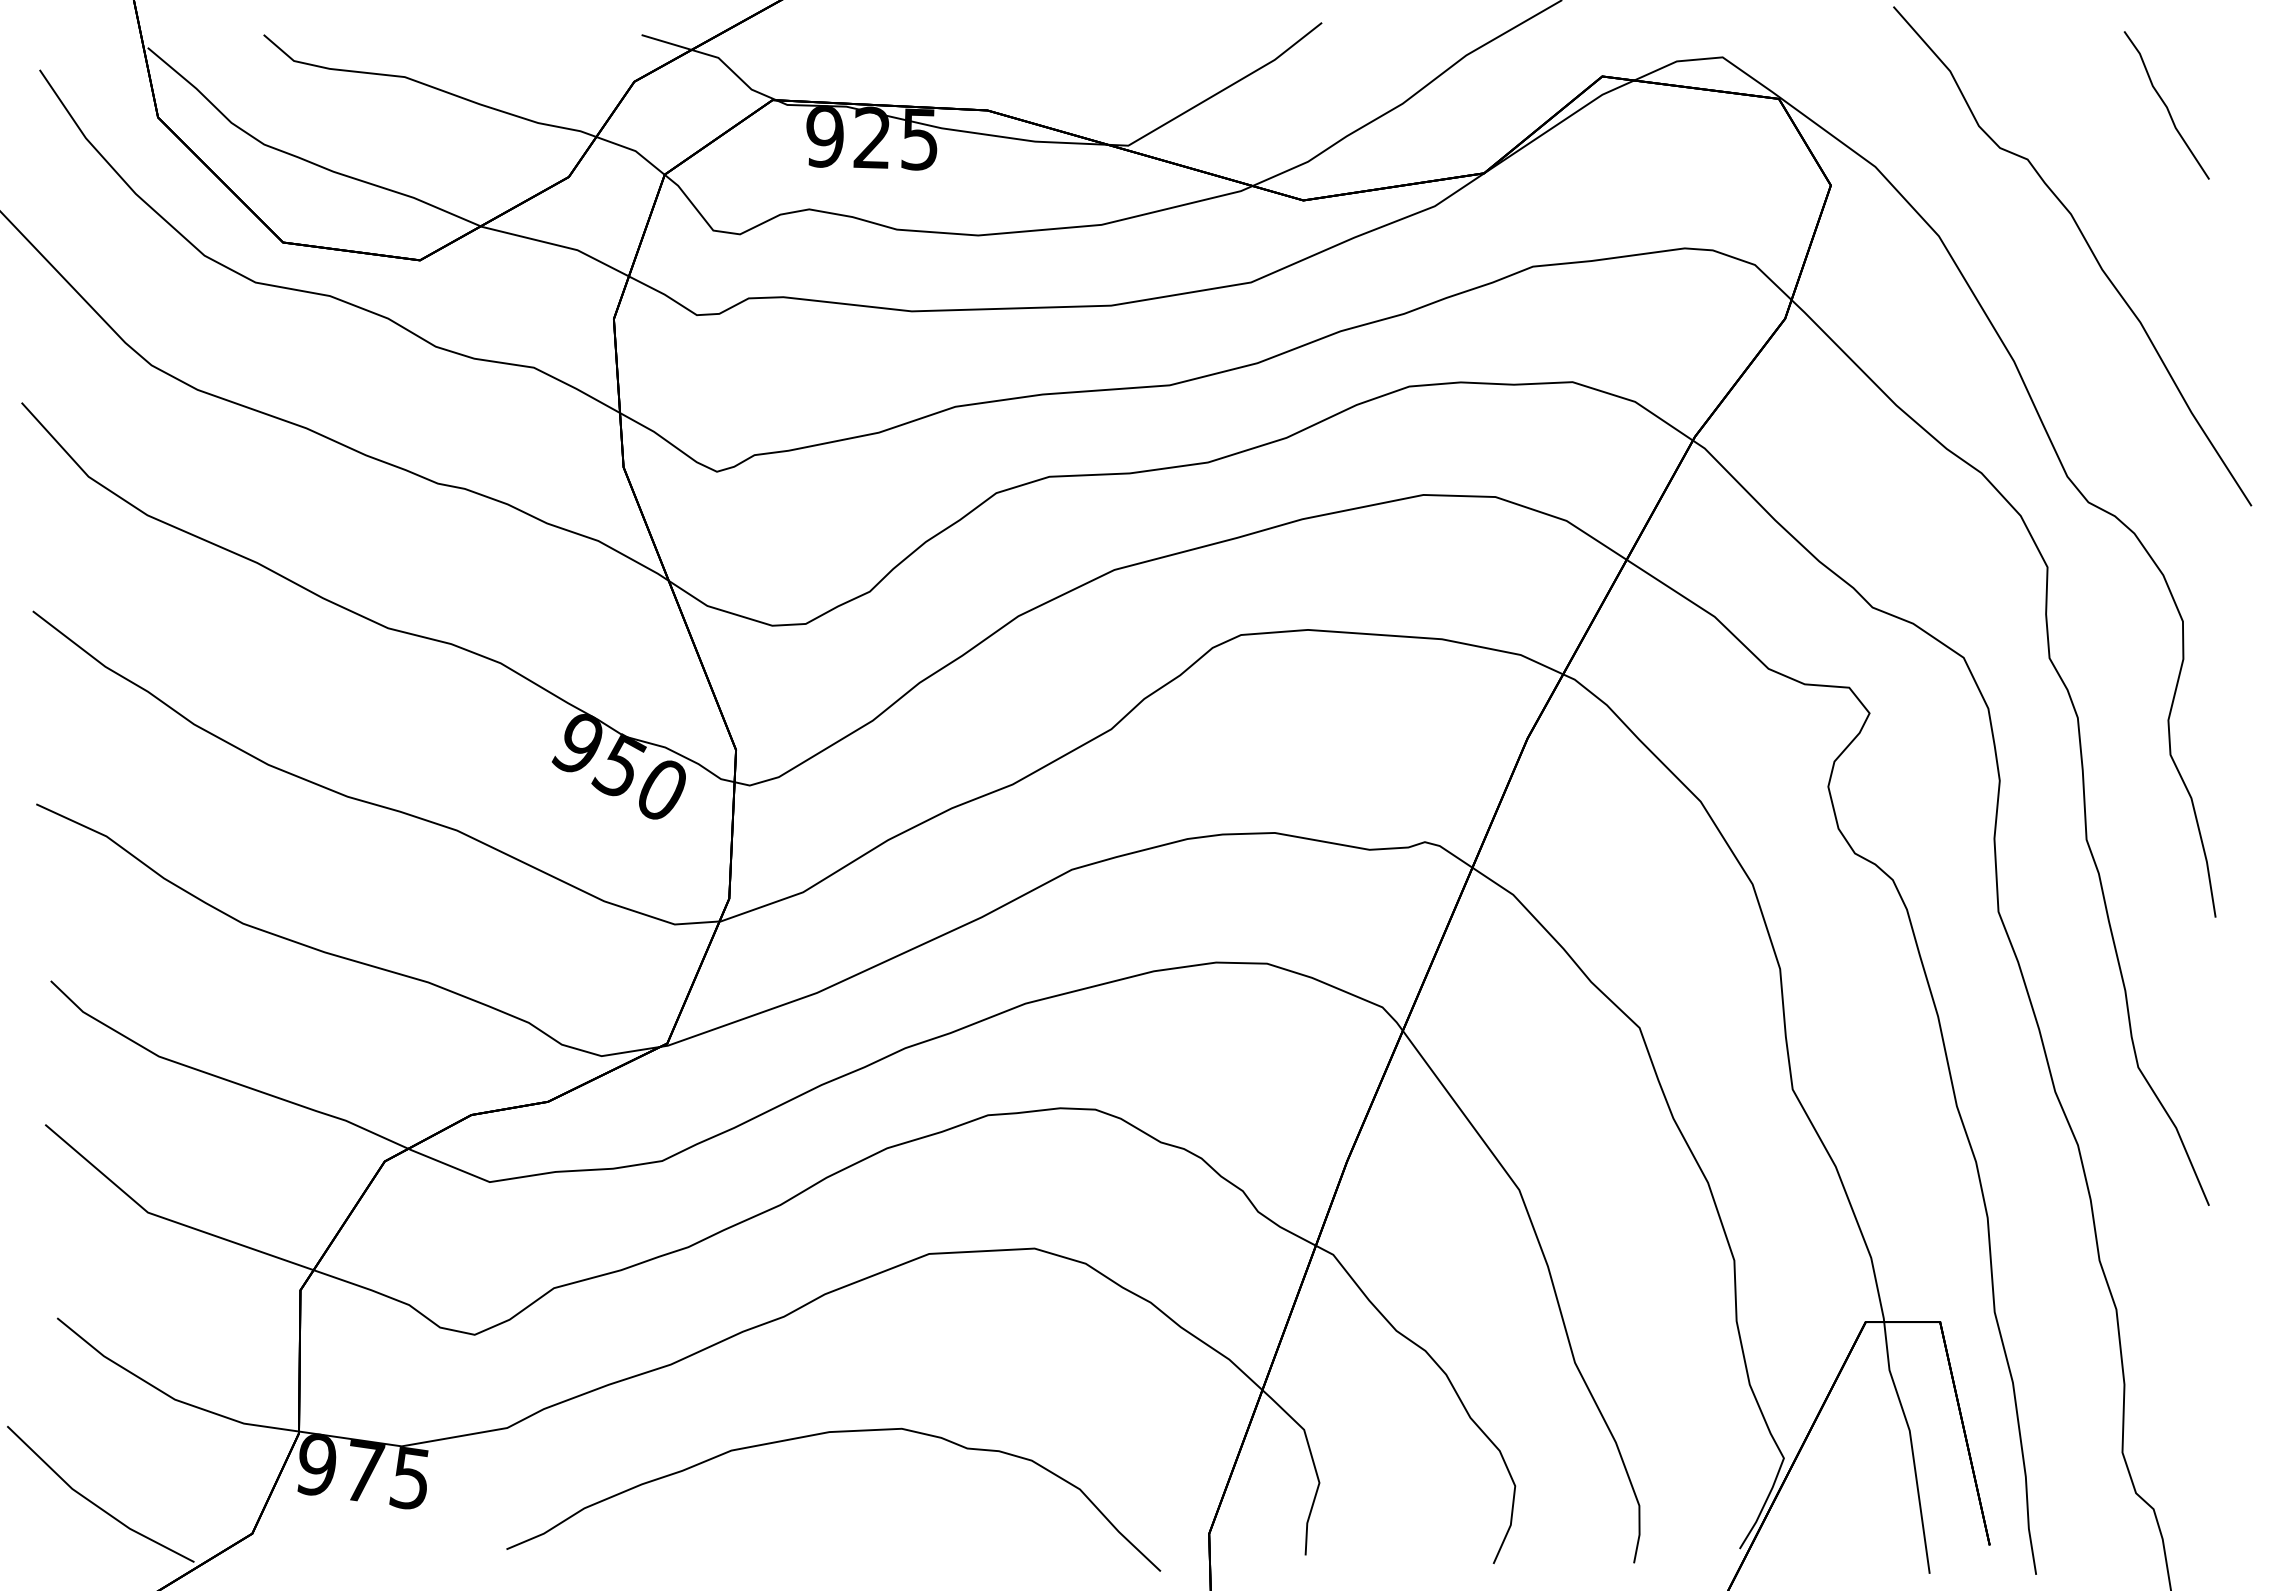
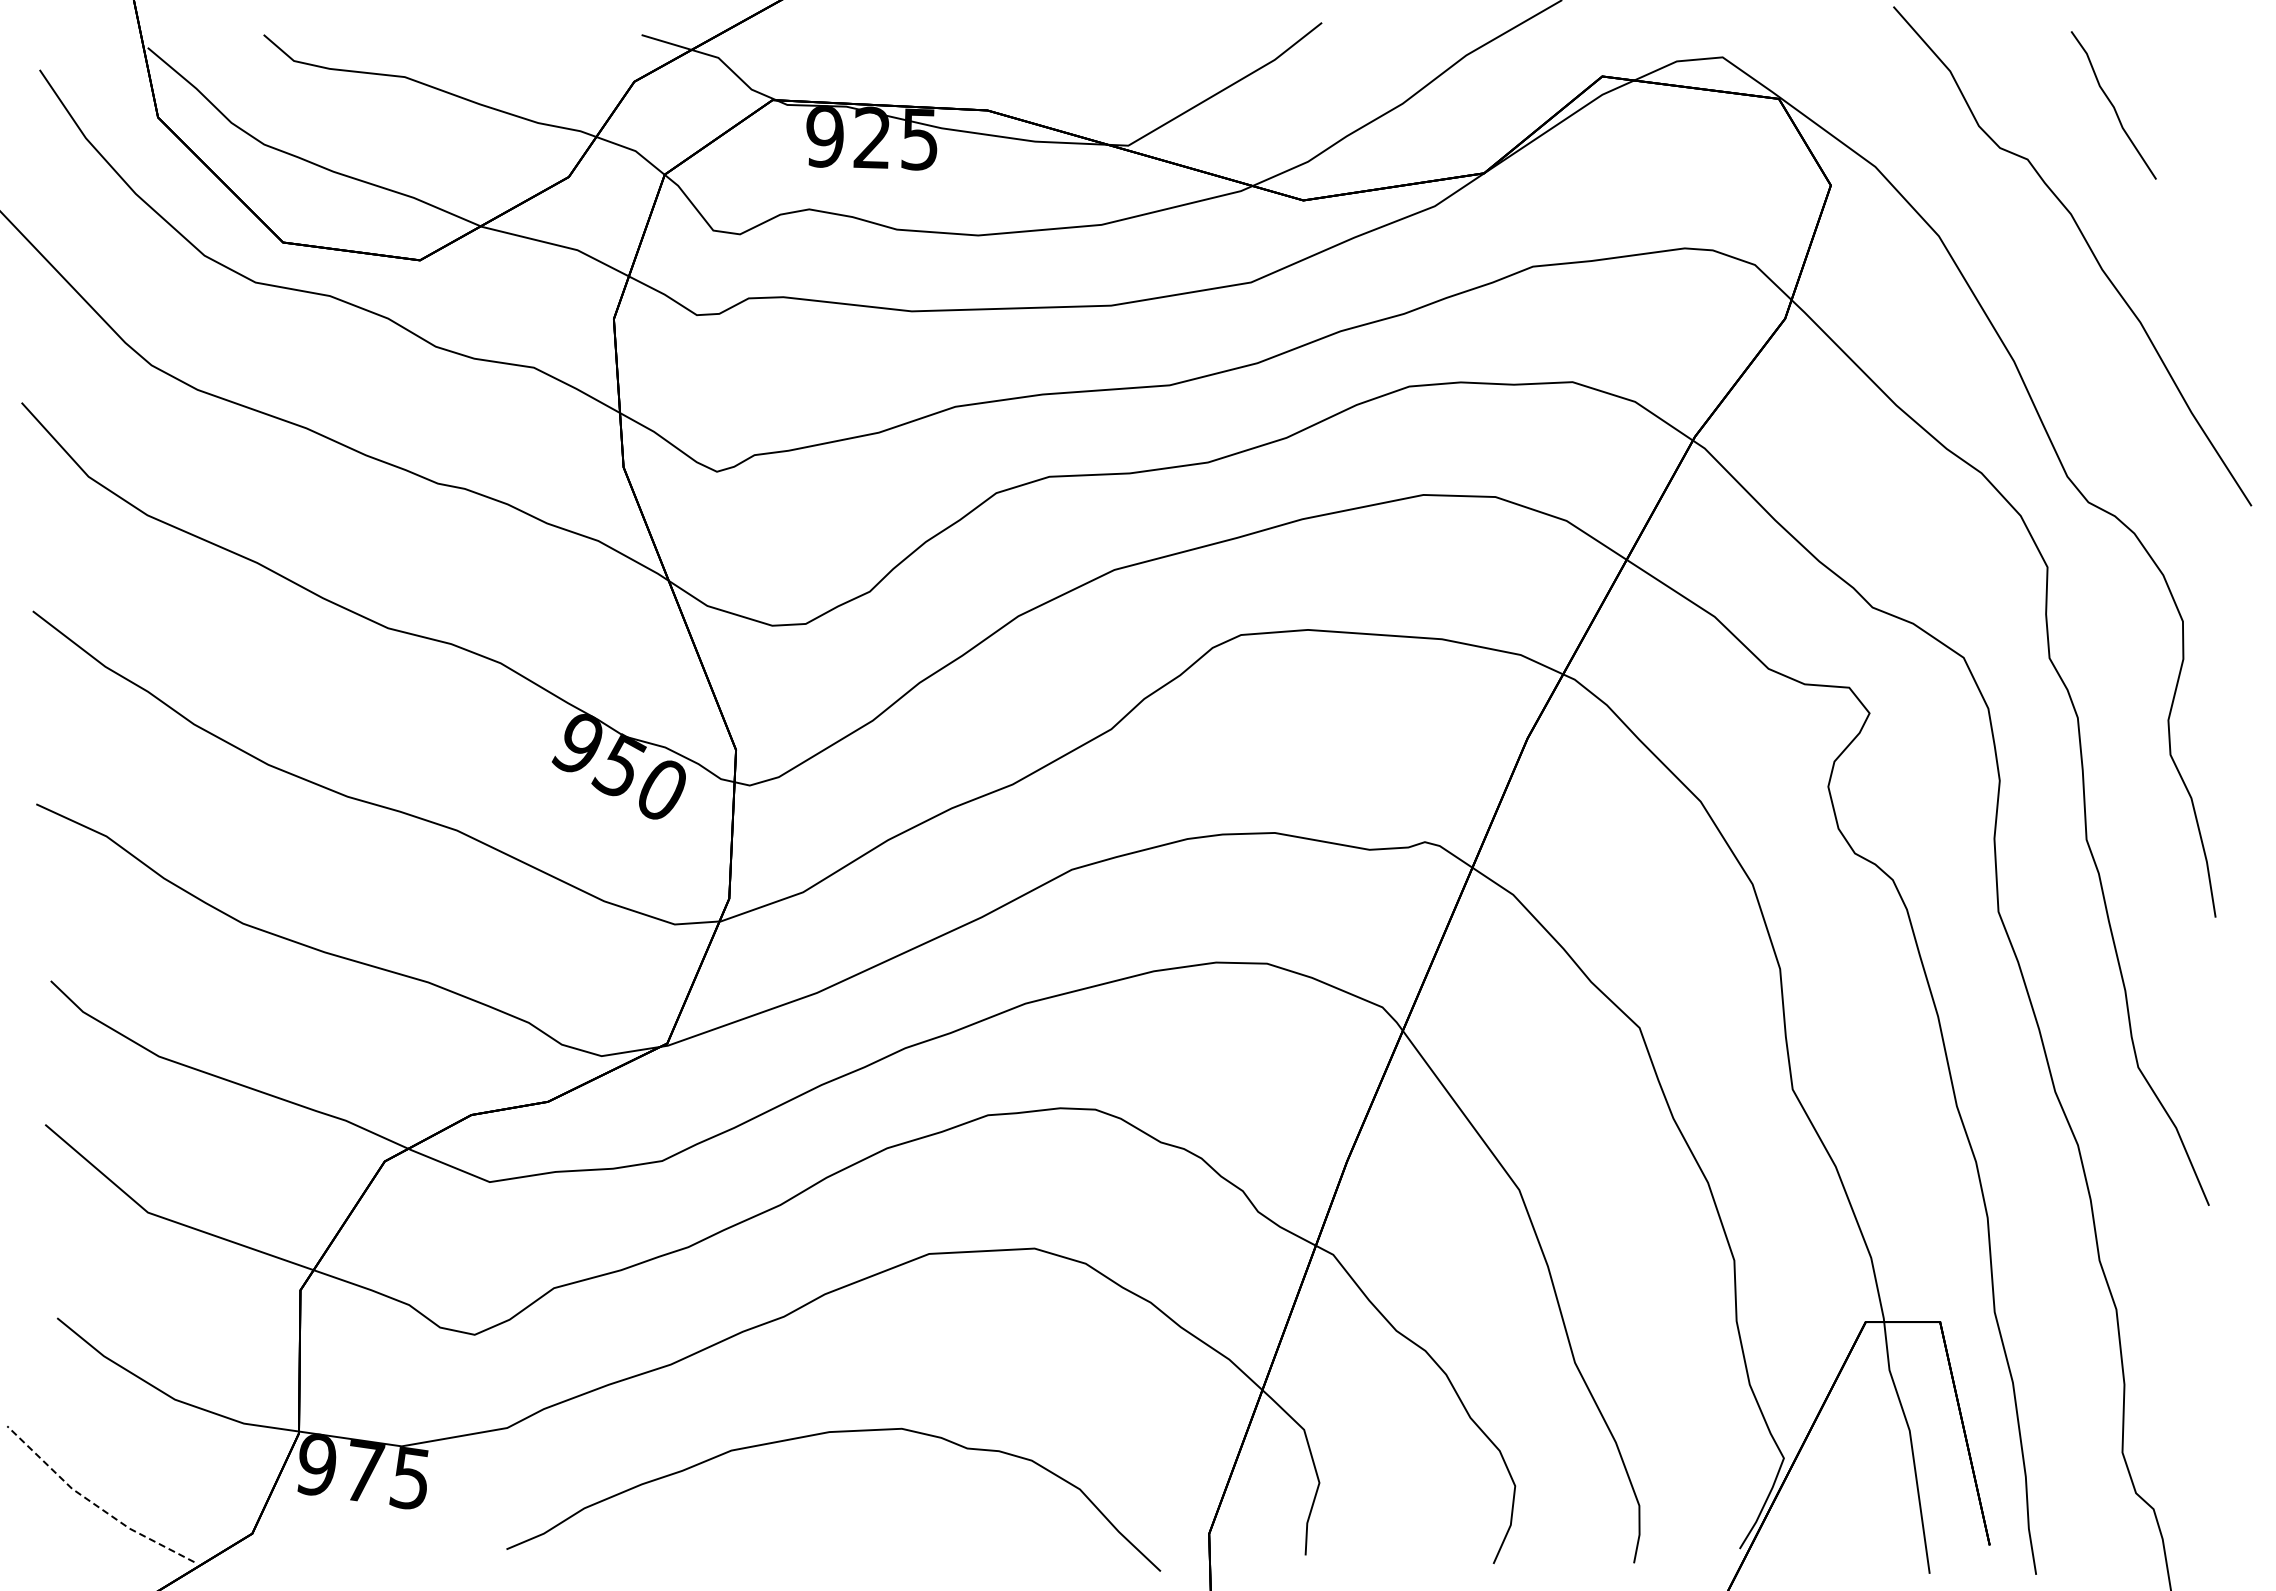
curve at (2166, 105) position: (2166, 105) -> (2113, 105)
line at (93, 1503): solid -> dashed
